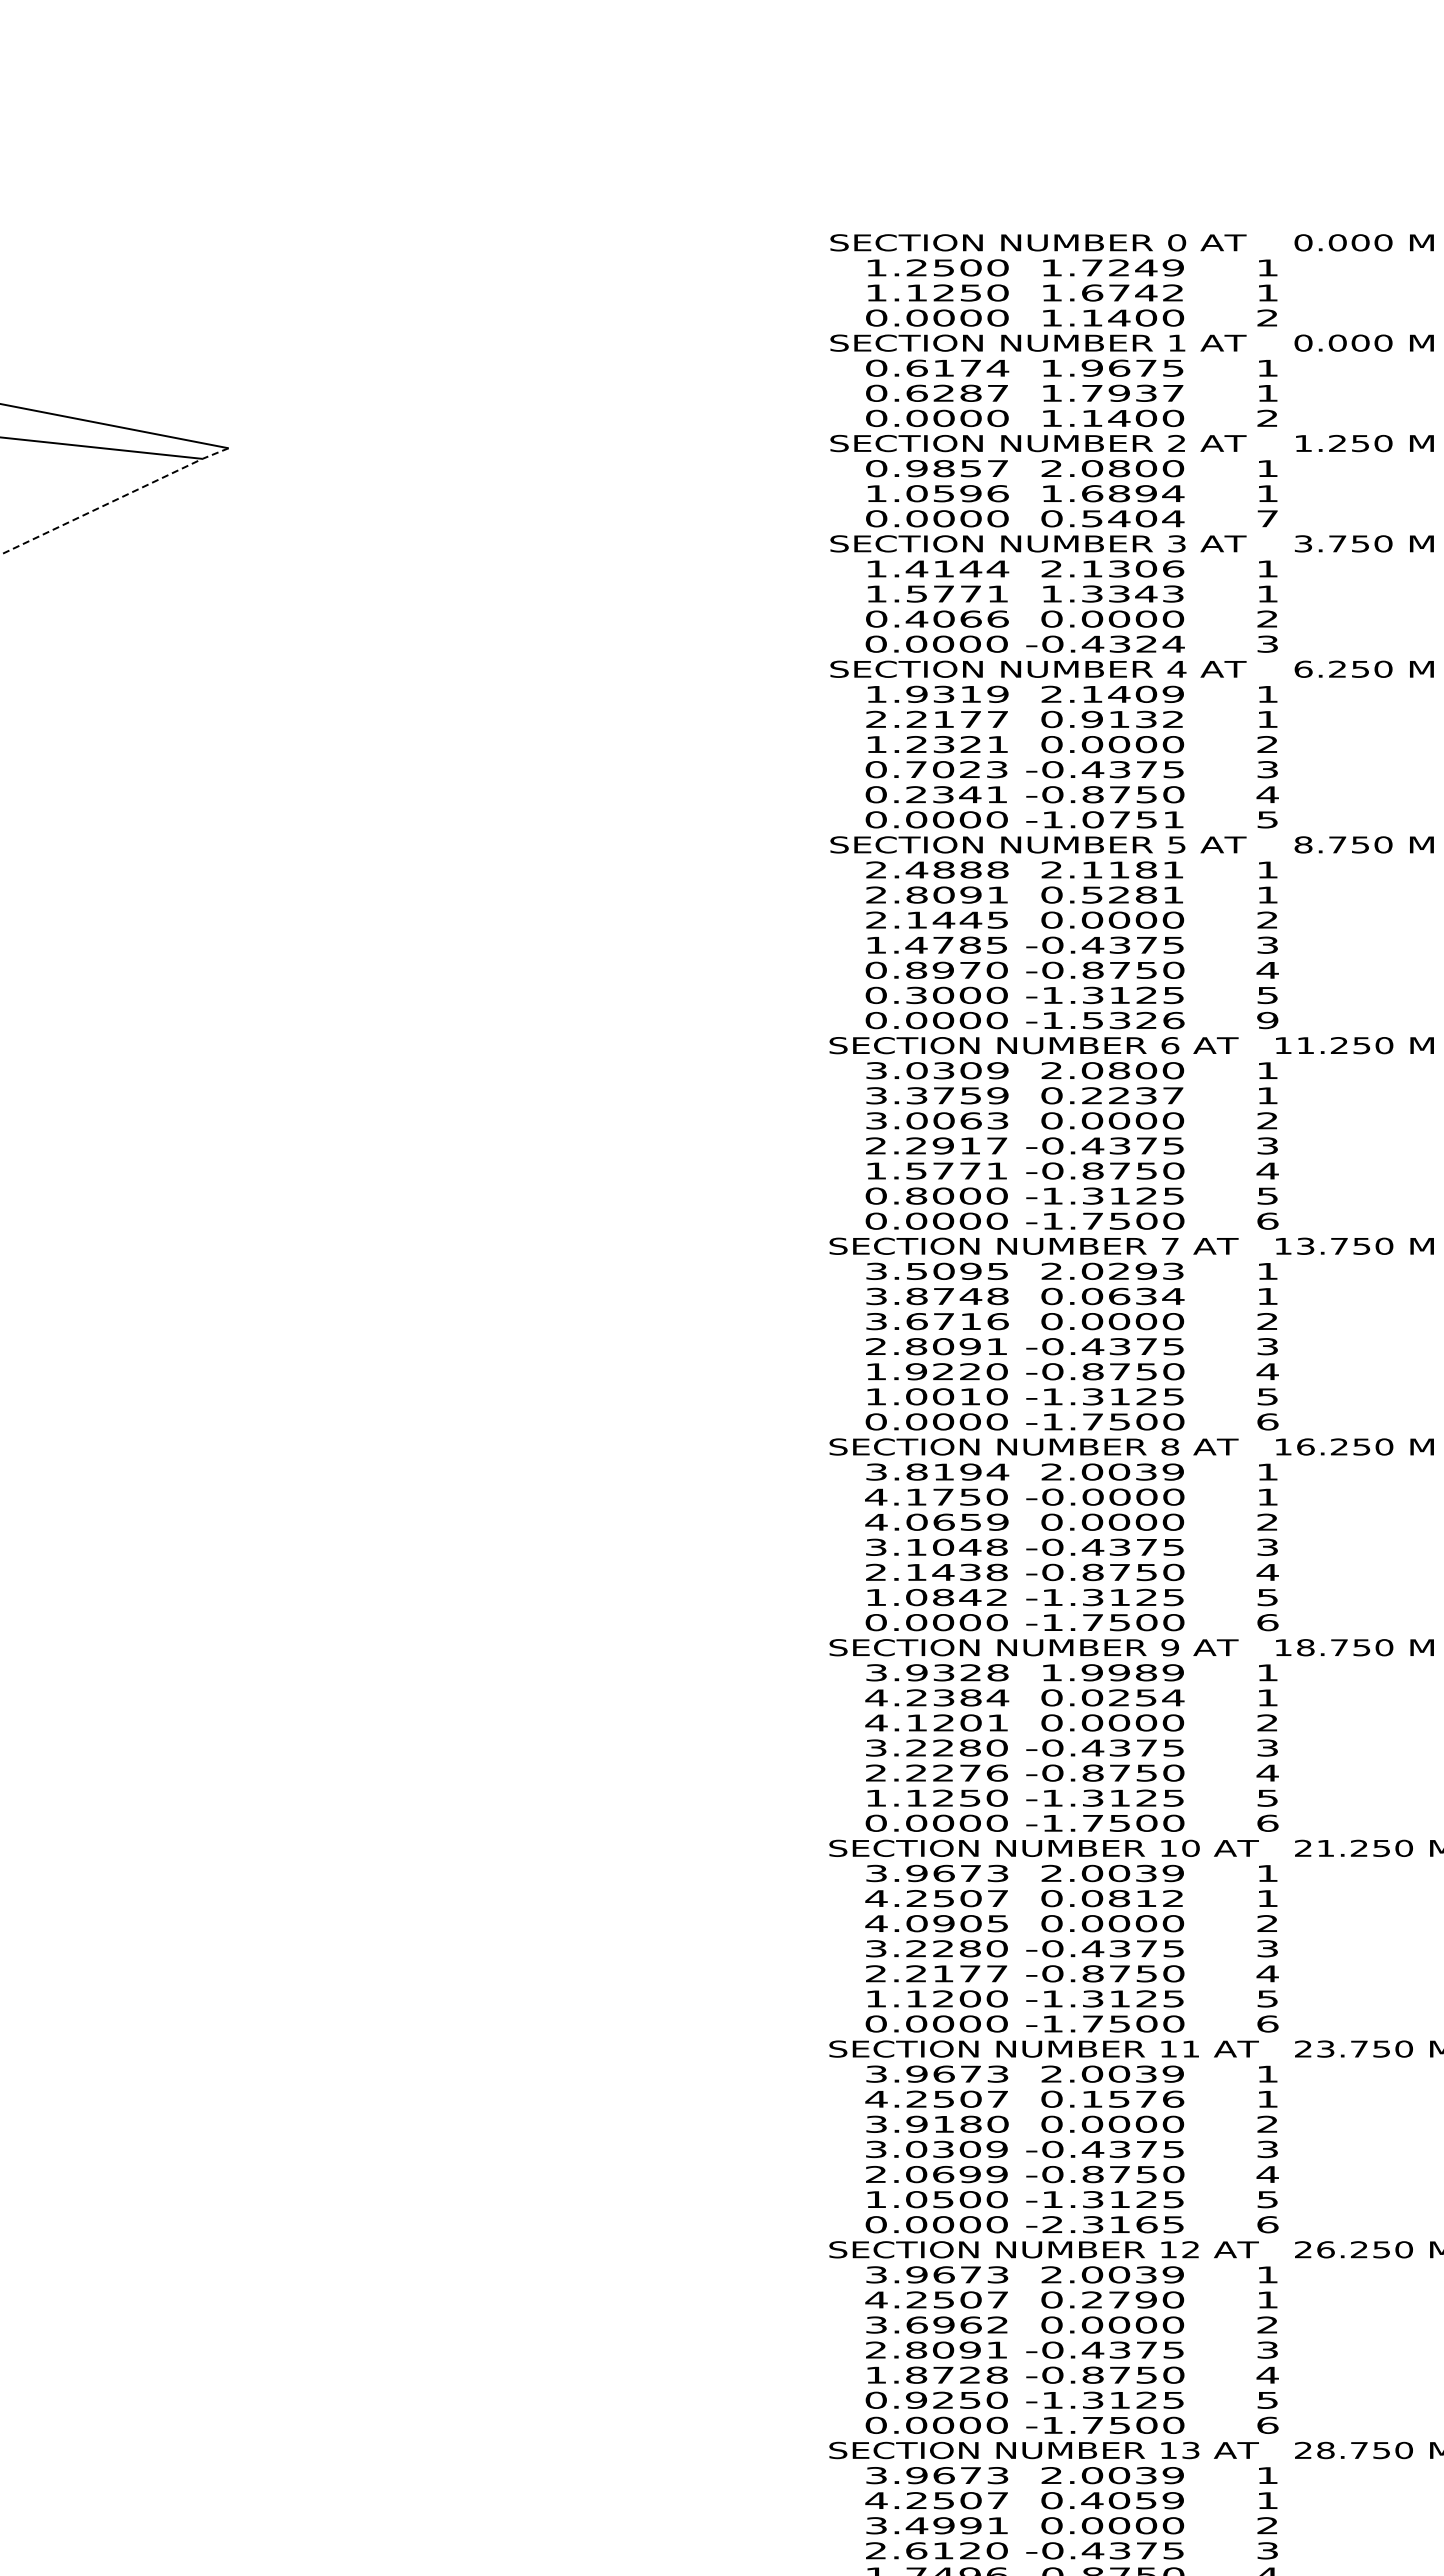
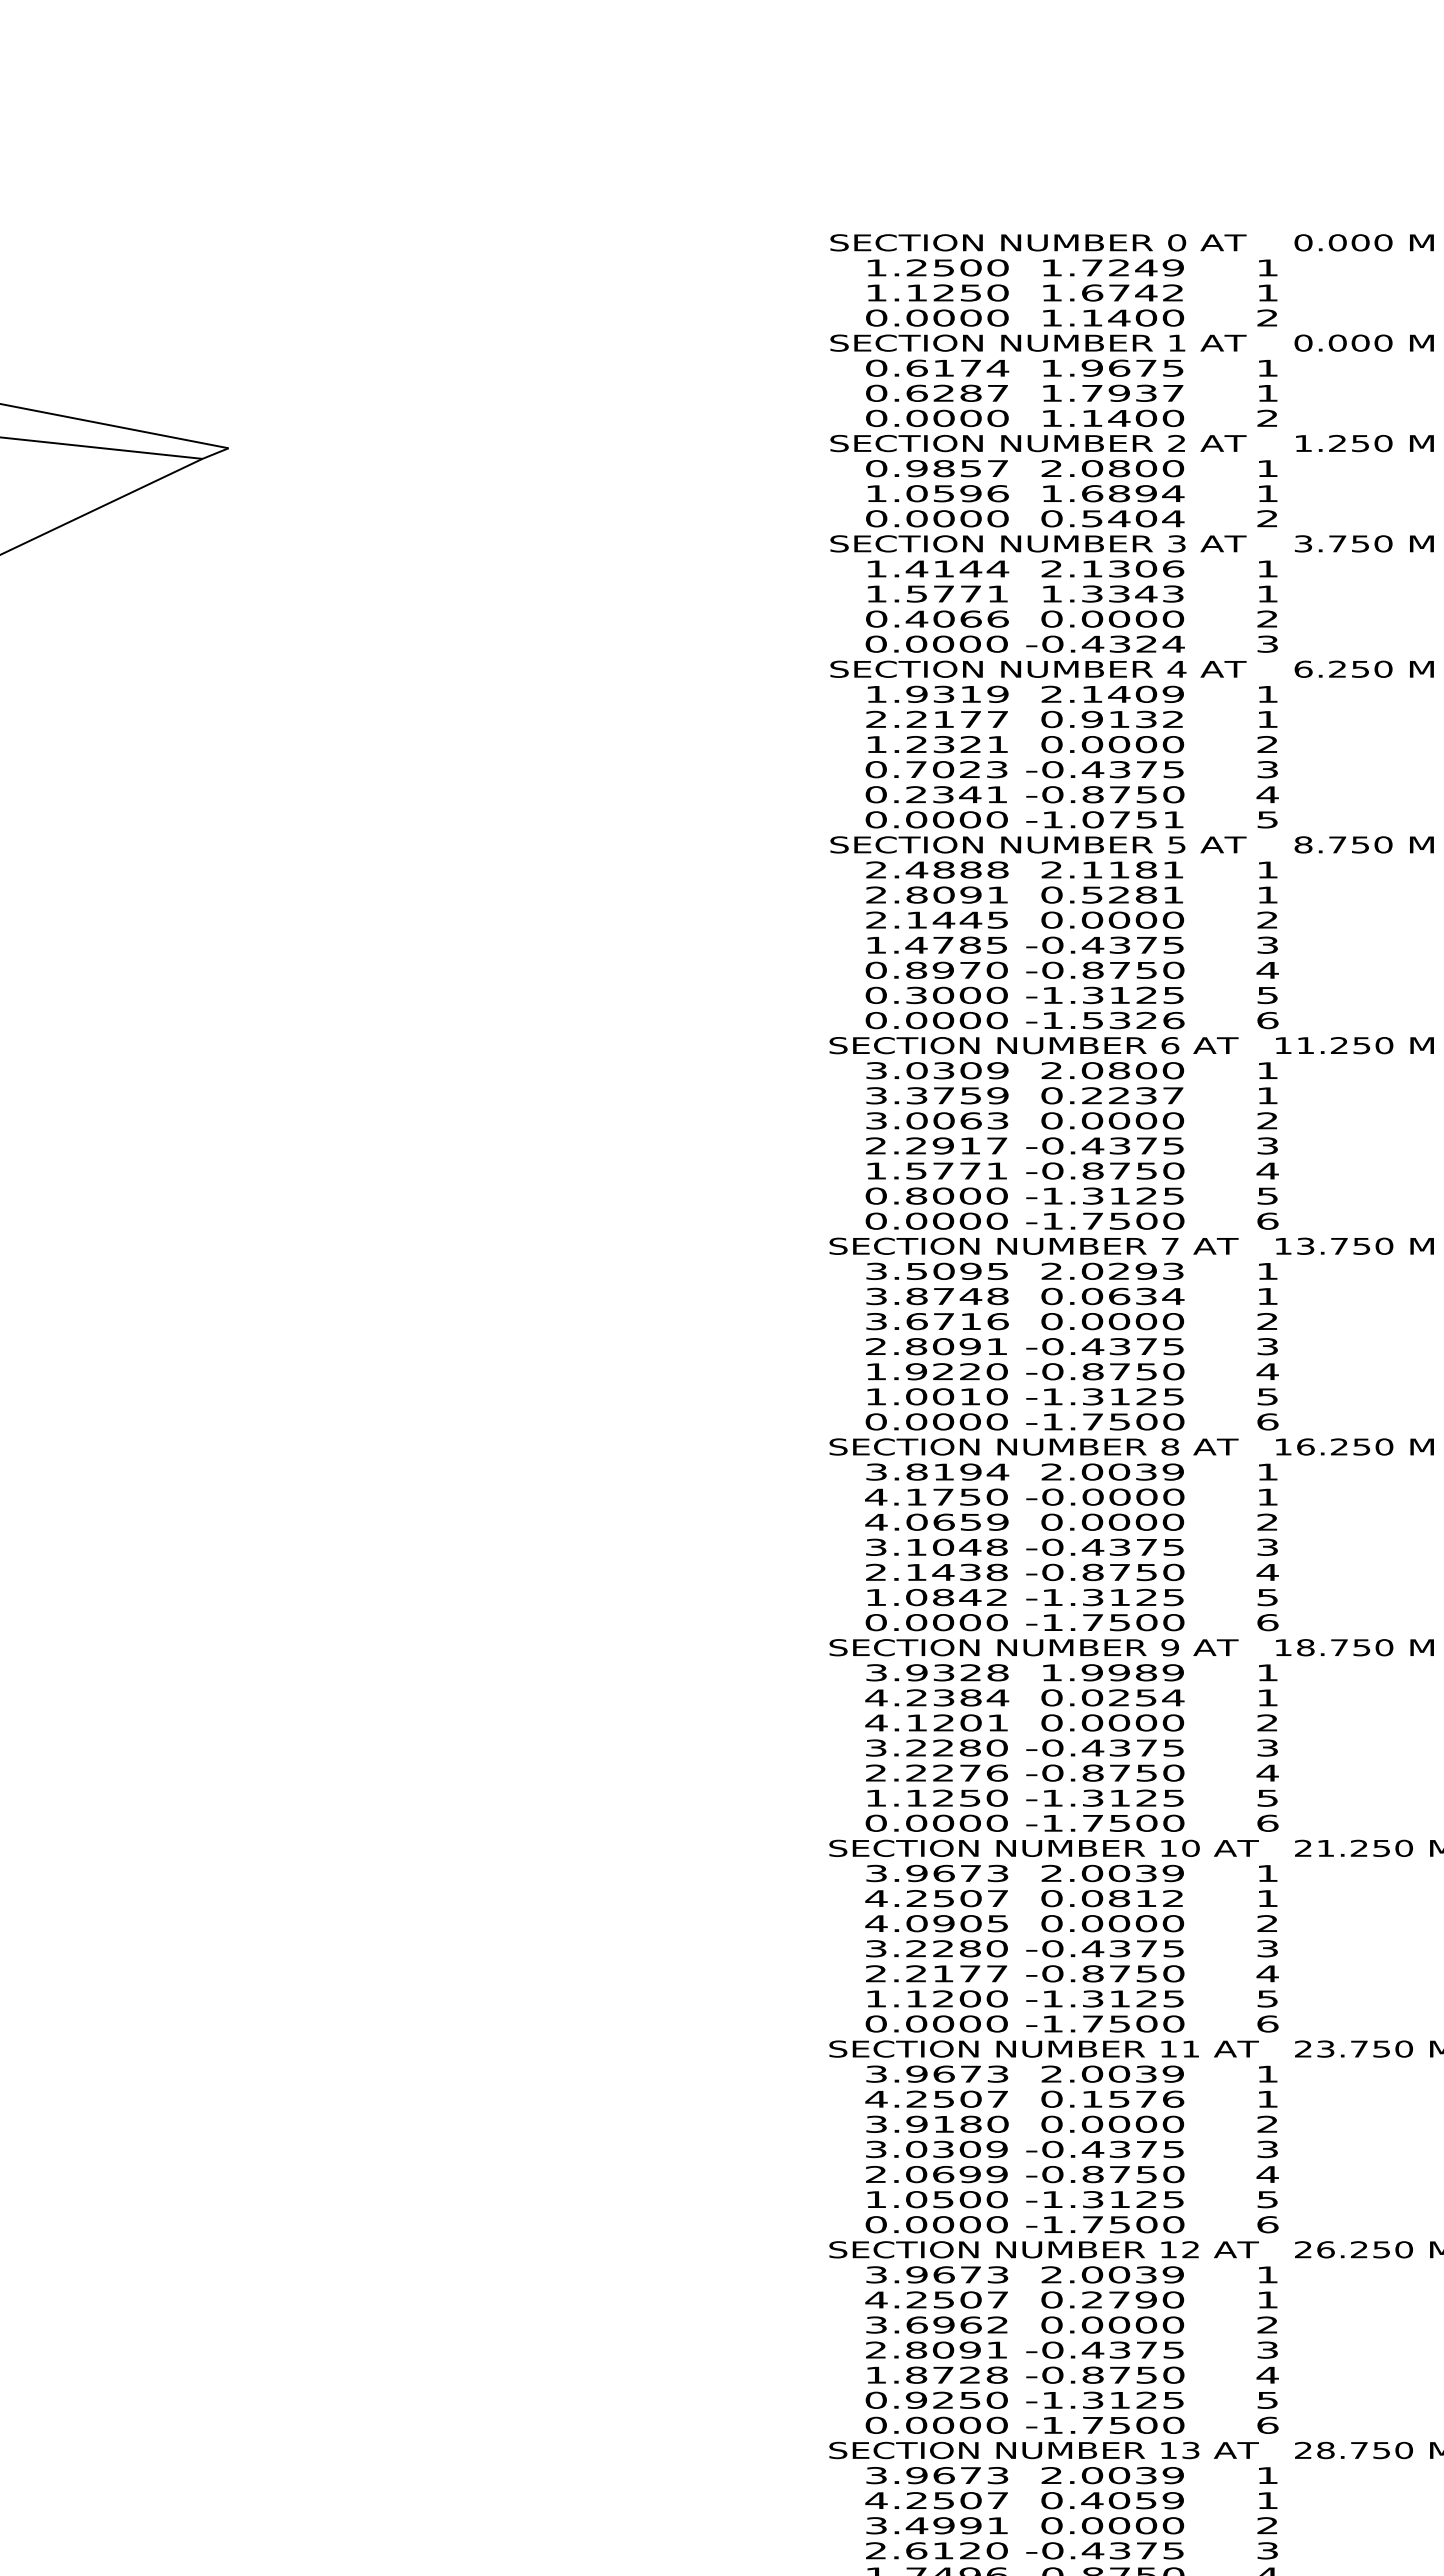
line at (115, 500): dashed -> solid
text at (1267, 518): 7 -> 2
text at (1267, 1020): 9 -> 6
text at (1113, 2224): -2.3165 -> -1.7500
